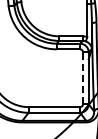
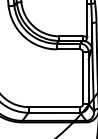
line at (83, 77): dashed -> solid
